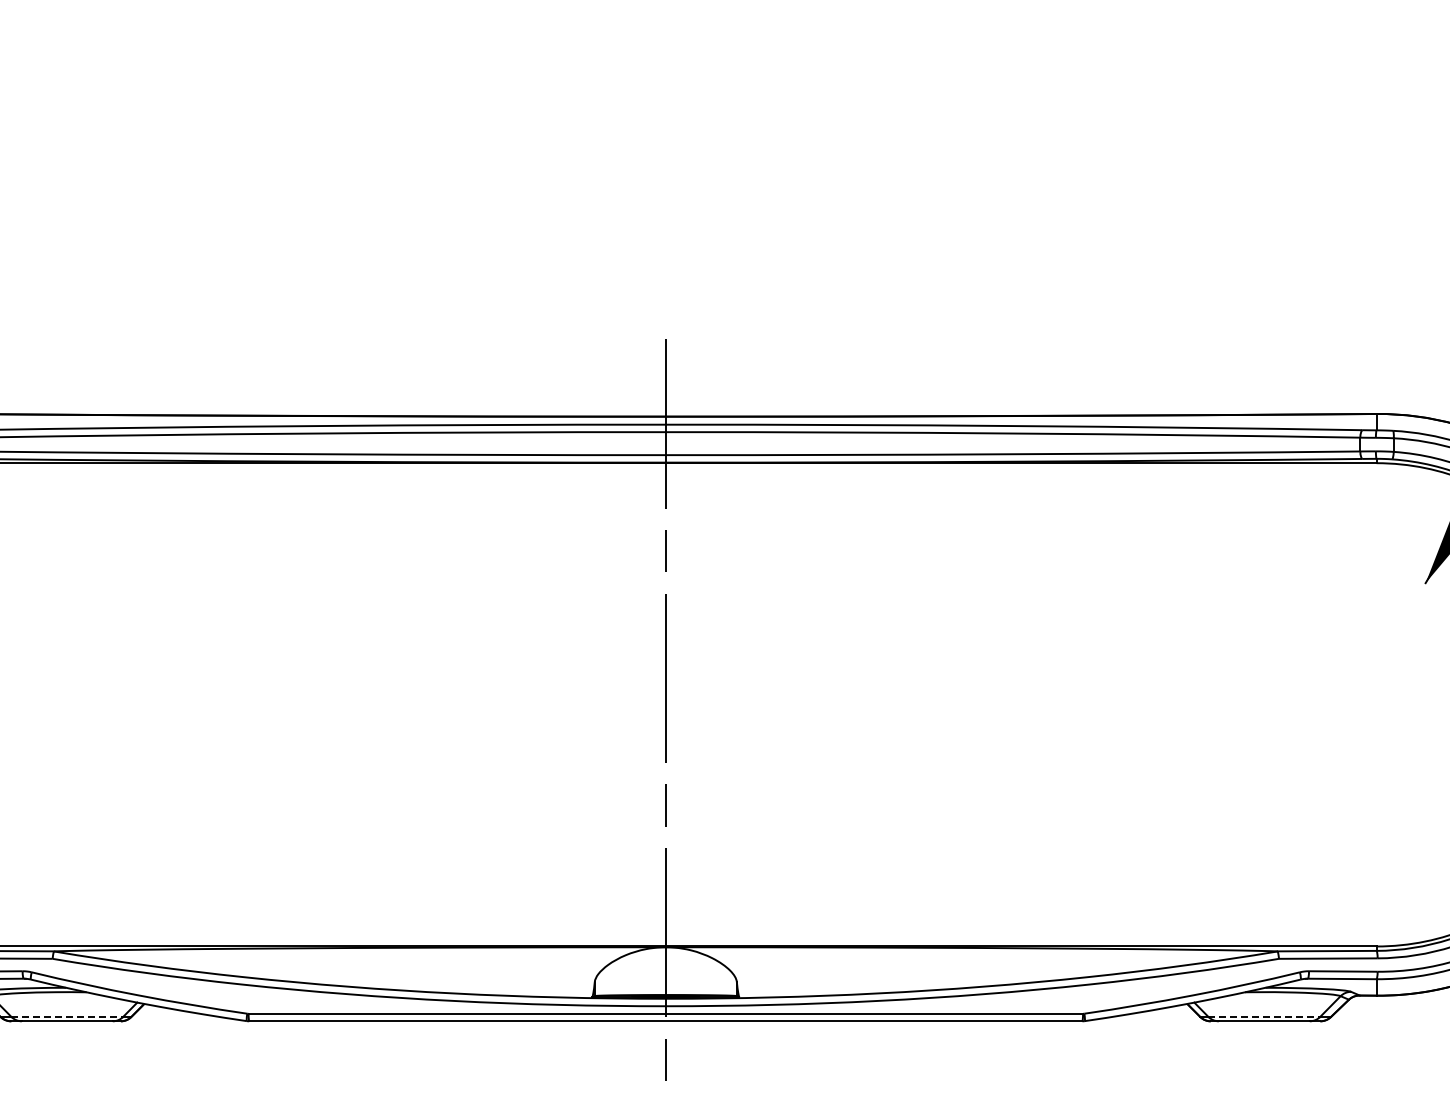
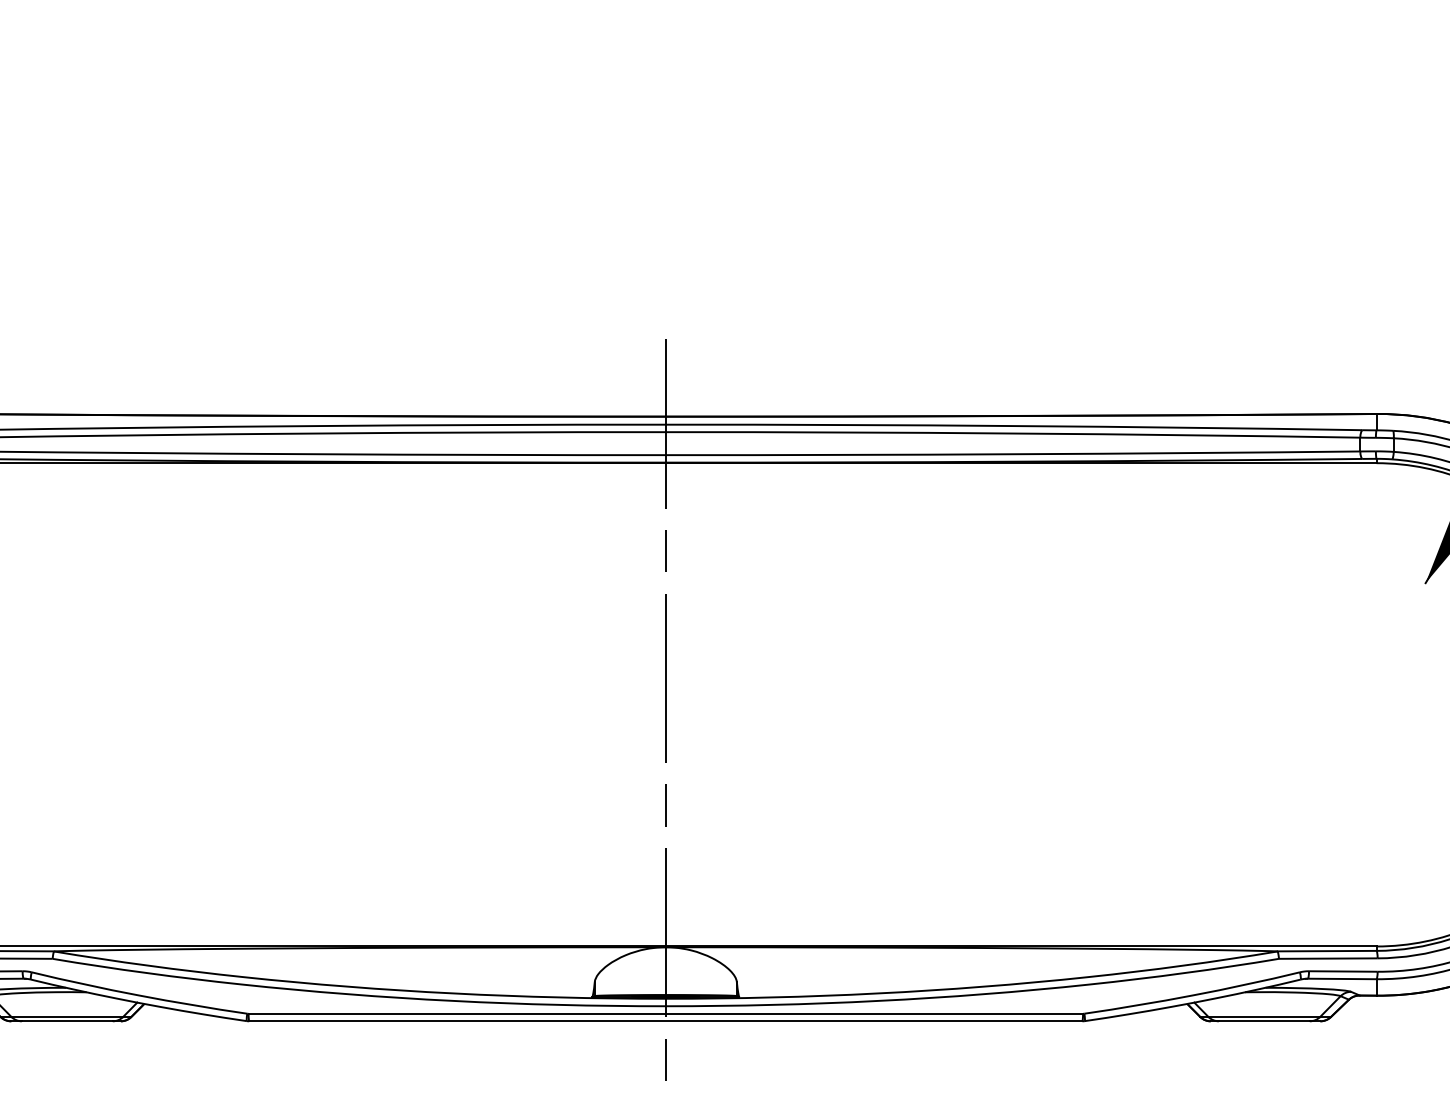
line at (67, 1016): dashed -> solid
line at (1264, 1016): dashed -> solid
